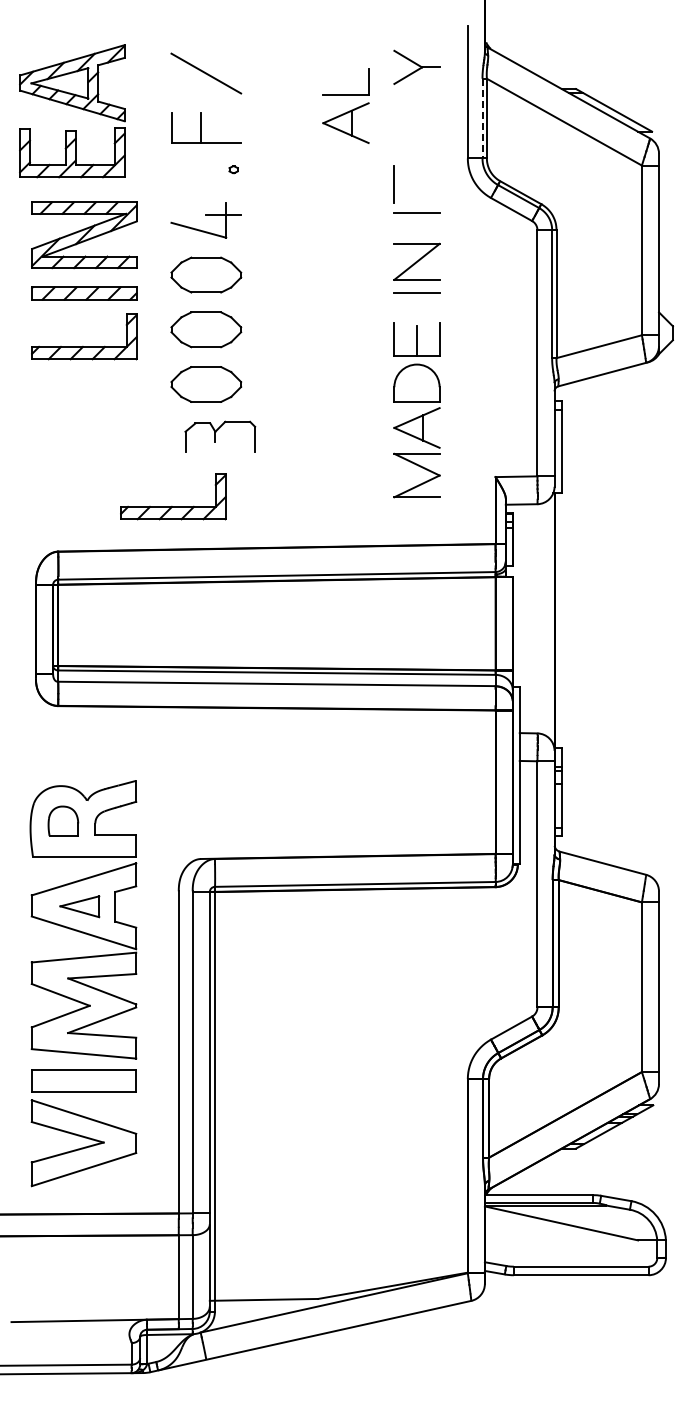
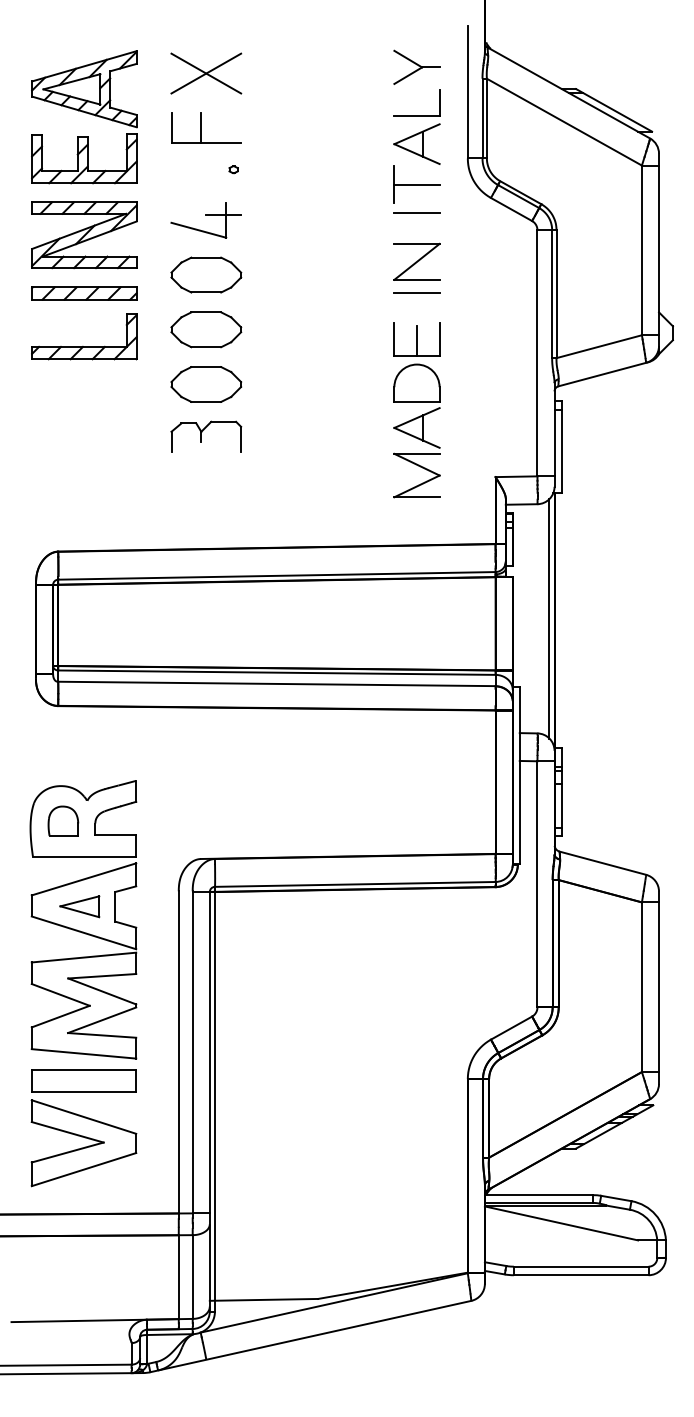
line at (206, 73): none -> present
part at (72, 111) position: (72, 111) -> (84, 117)
part at (347, 111) position: (347, 111) -> (418, 132)
line at (482, 118): dashed -> solid
line at (416, 184): none -> present
part at (220, 436) position: (220, 436) -> (206, 436)
part at (173, 506): present -> none
line at (549, 618): none -> present
